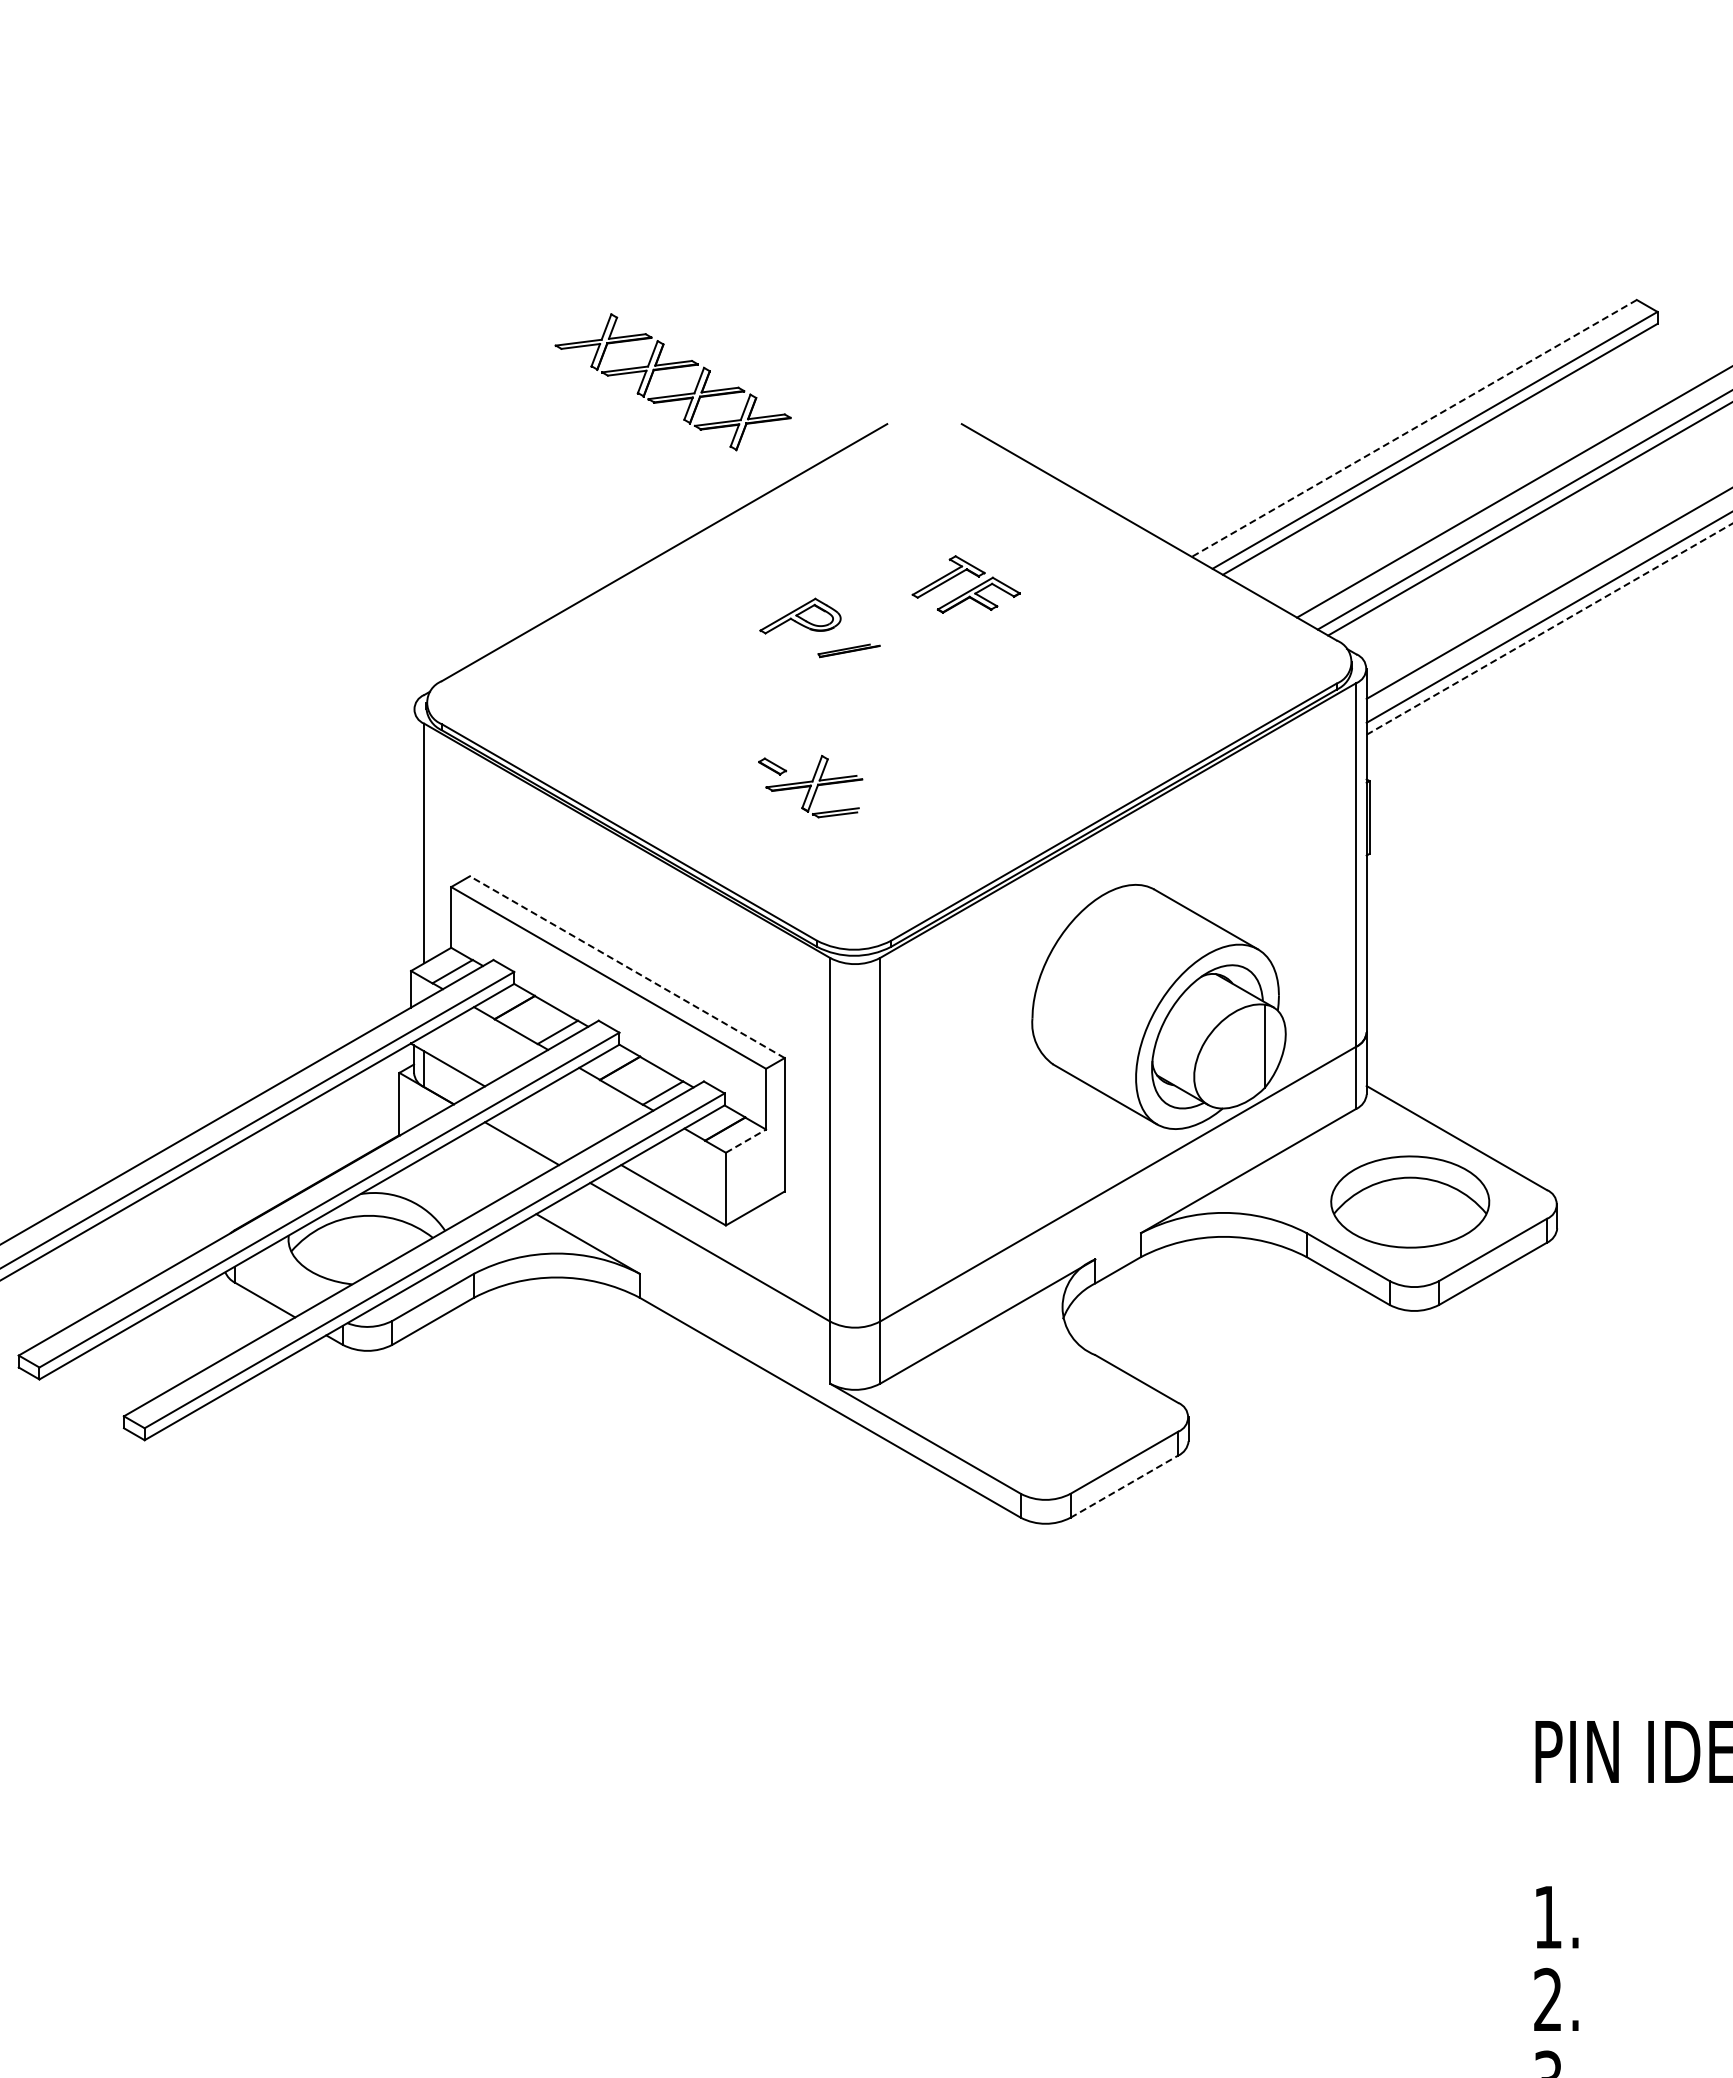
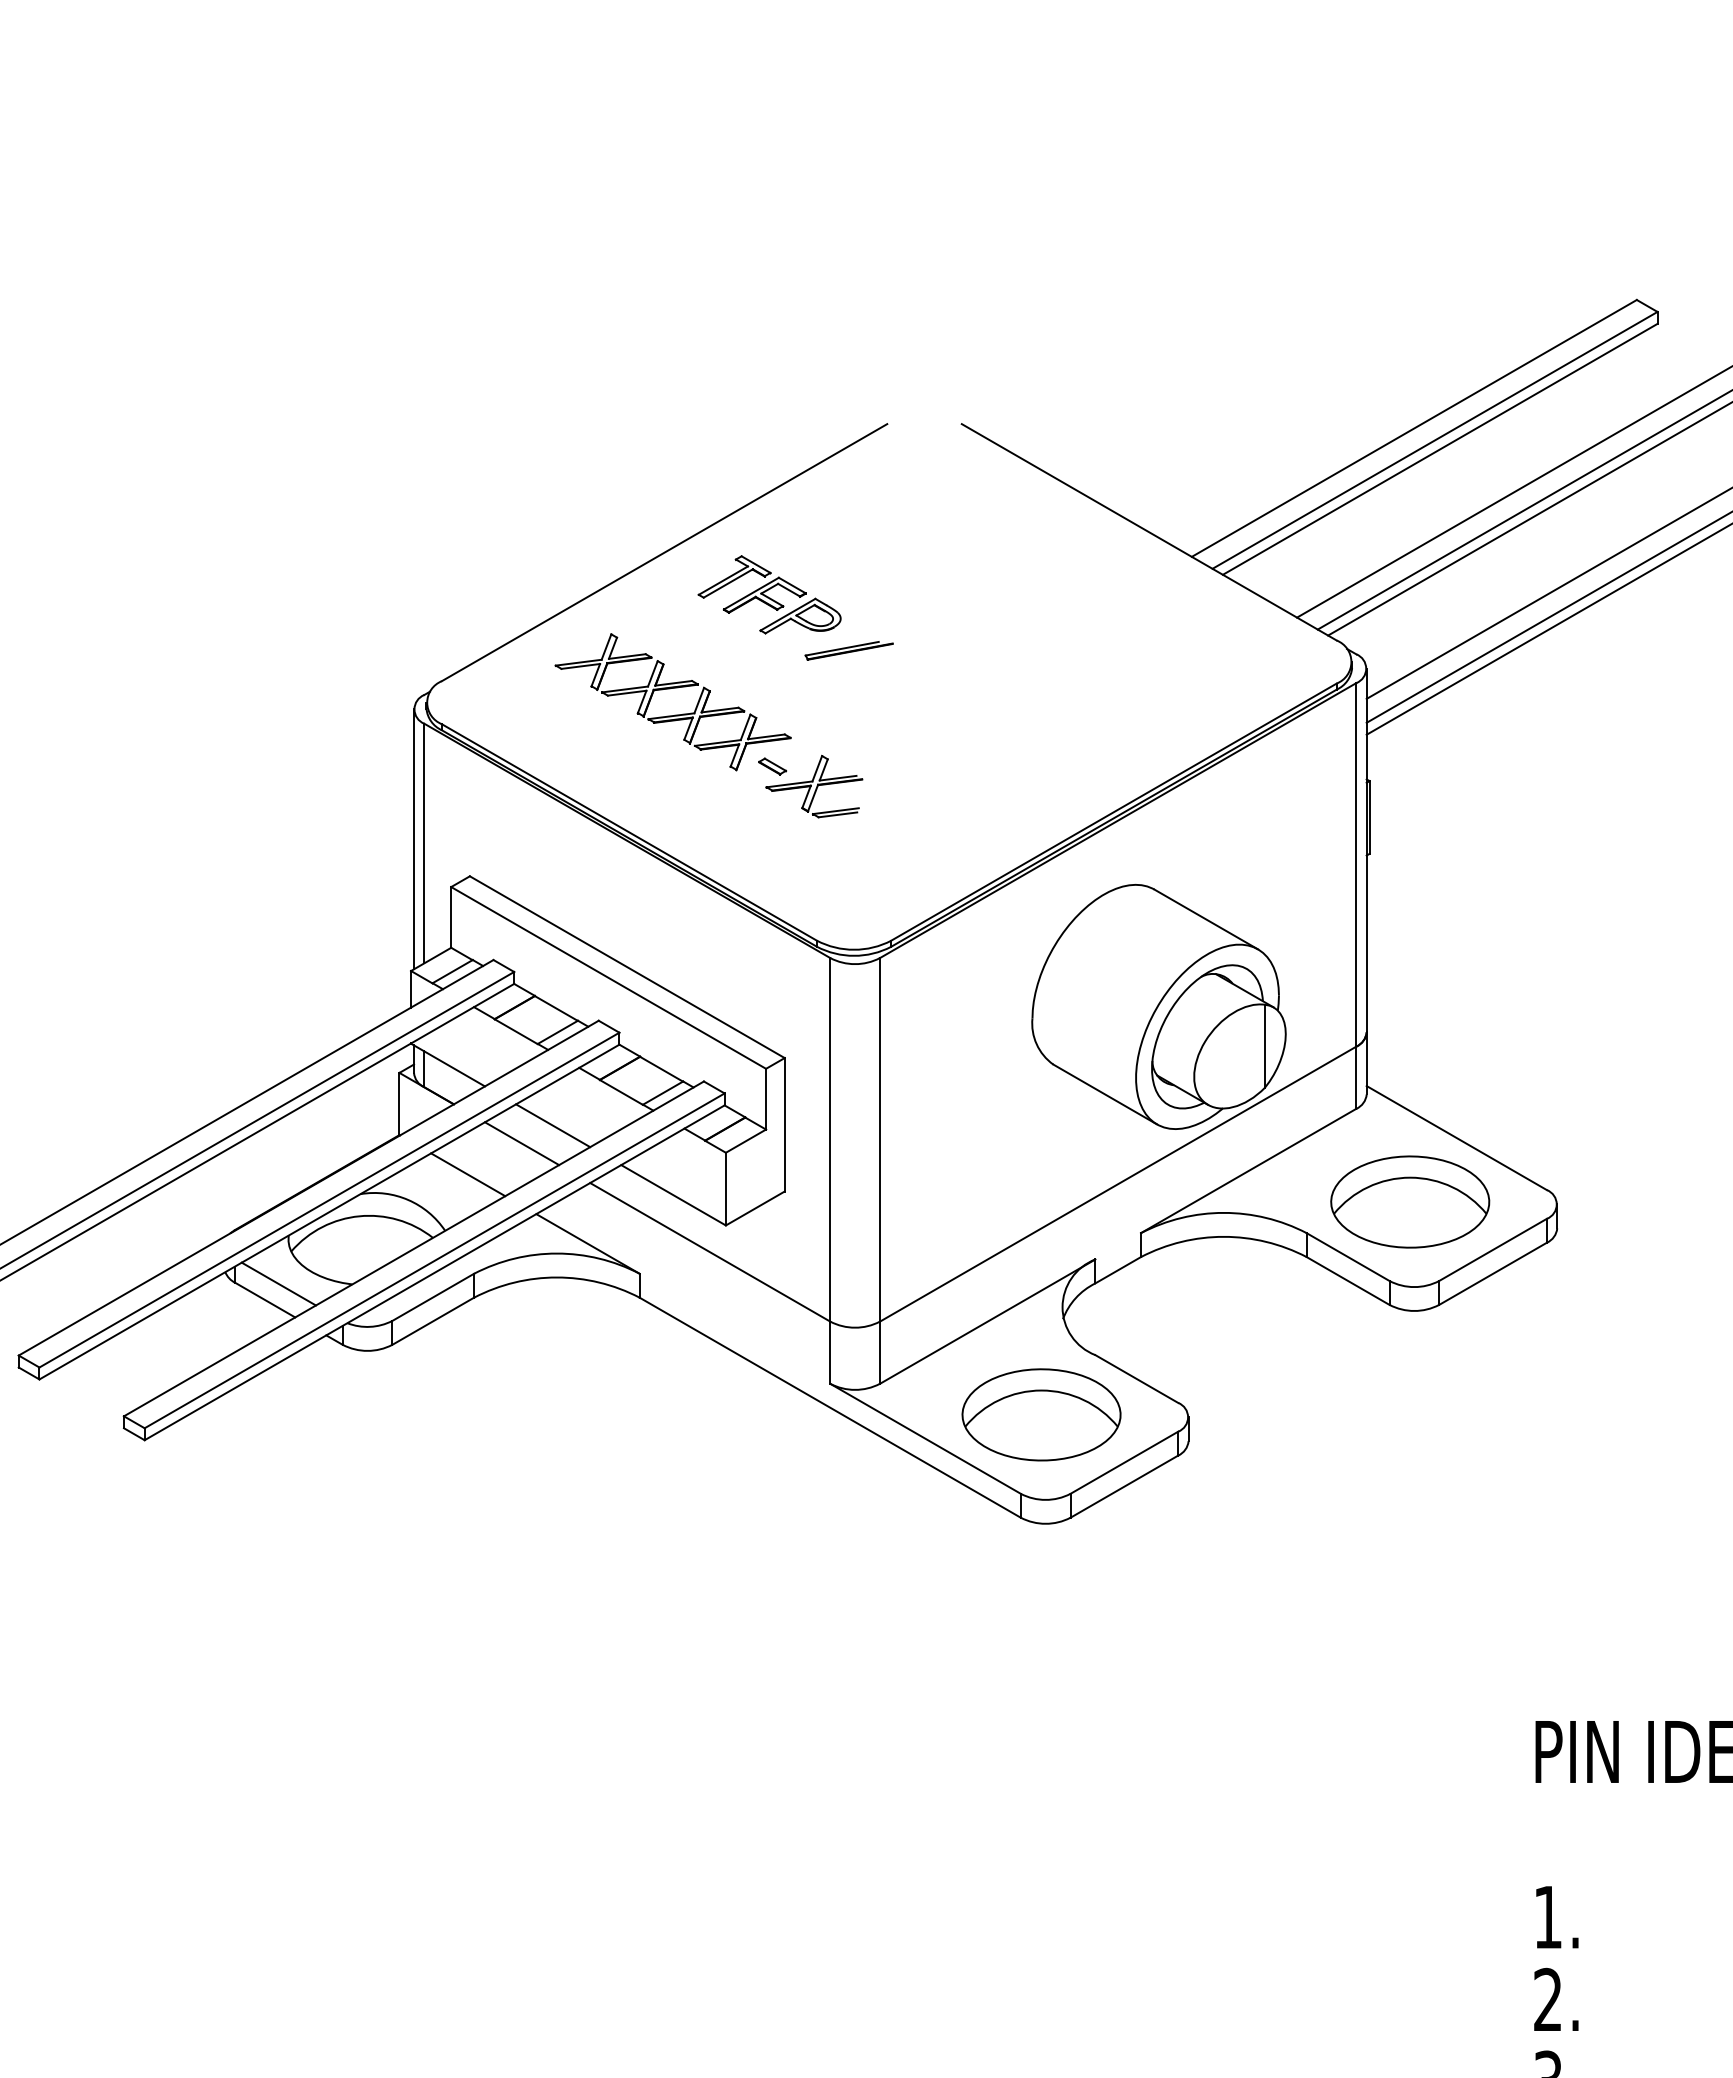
part at (674, 394) position: (674, 394) -> (674, 714)
line at (1414, 428): dashed -> solid
part at (968, 590) position: (968, 590) -> (754, 590)
line at (1550, 628): dashed -> solid
part at (848, 650) size: 64x16 px -> 90x20 px
line at (414, 839): none -> present
line at (627, 967): dashed -> solid
line at (553, 1125): none -> present
line at (746, 1140): dashed -> solid
line at (468, 1174): none -> present
line at (278, 1283): none -> present
part at (1041, 1414): none -> present
line at (1124, 1486): dashed -> solid
